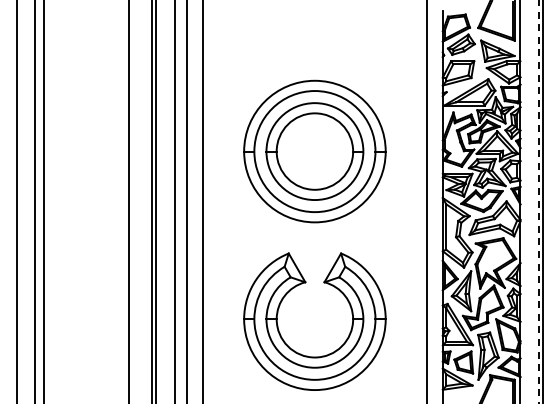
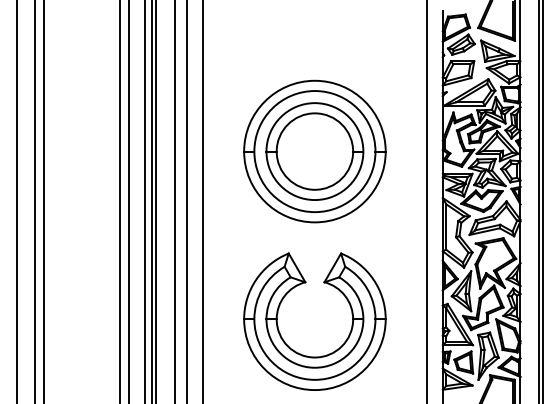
line at (119, 201): none -> present
line at (145, 201): none -> present
line at (538, 202): dashed -> solid
